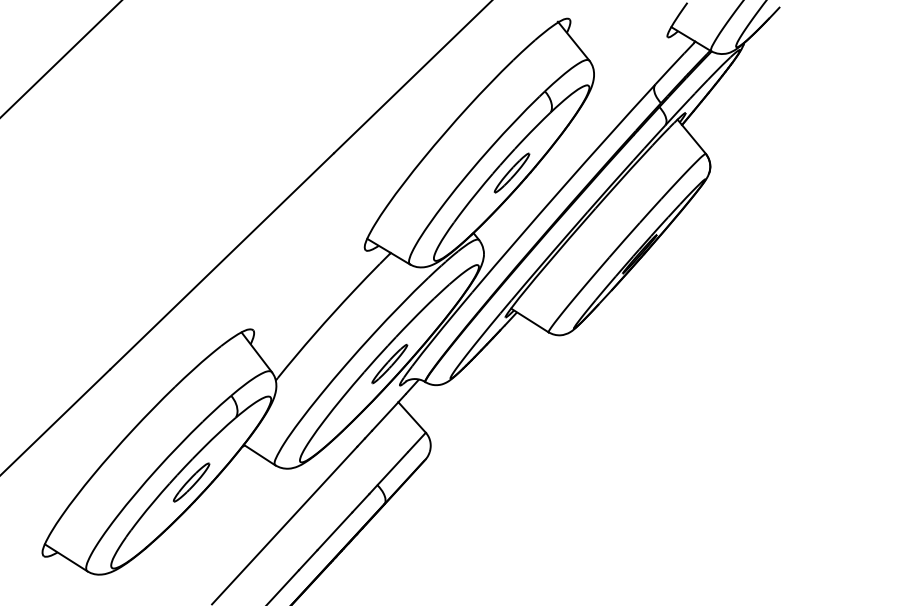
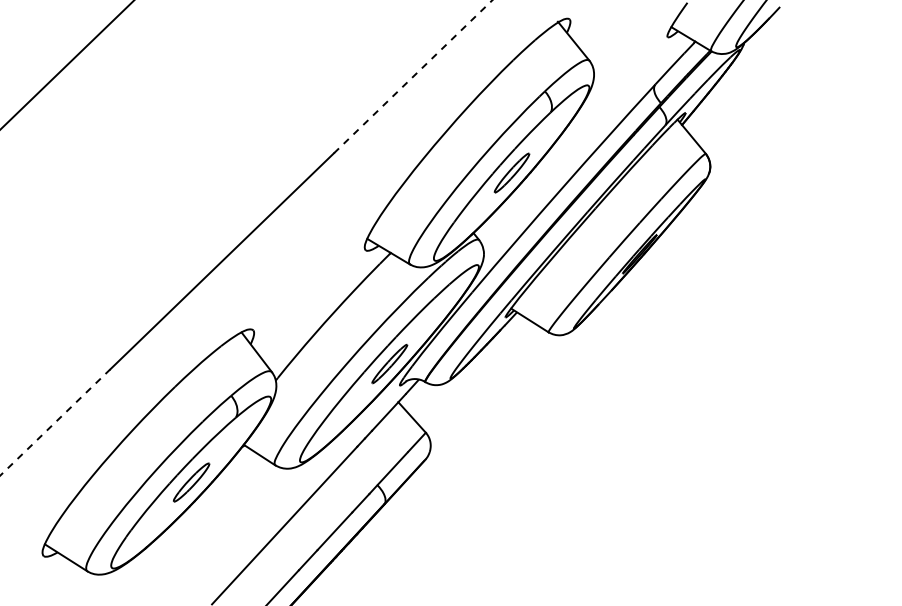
line at (61, 58) position: (61, 58) -> (67, 64)
line at (413, 76): solid -> dashed
line at (55, 422): solid -> dashed
